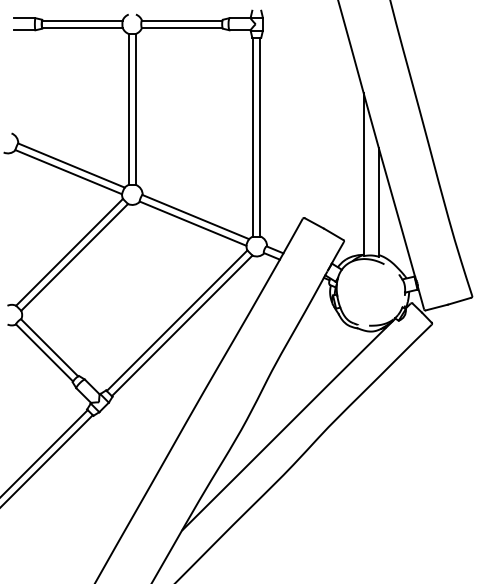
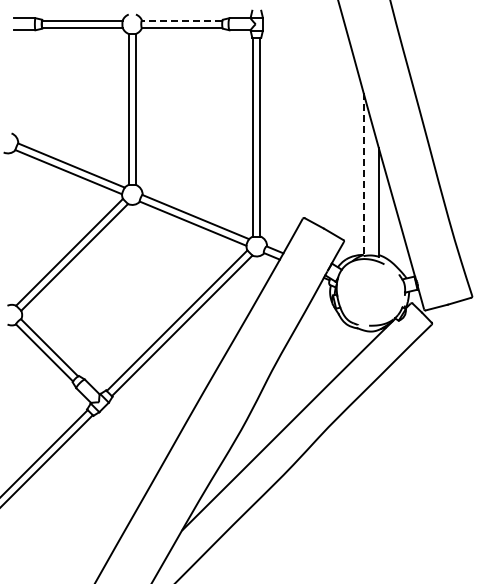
line at (181, 20): solid -> dashed
line at (363, 174): solid -> dashed
